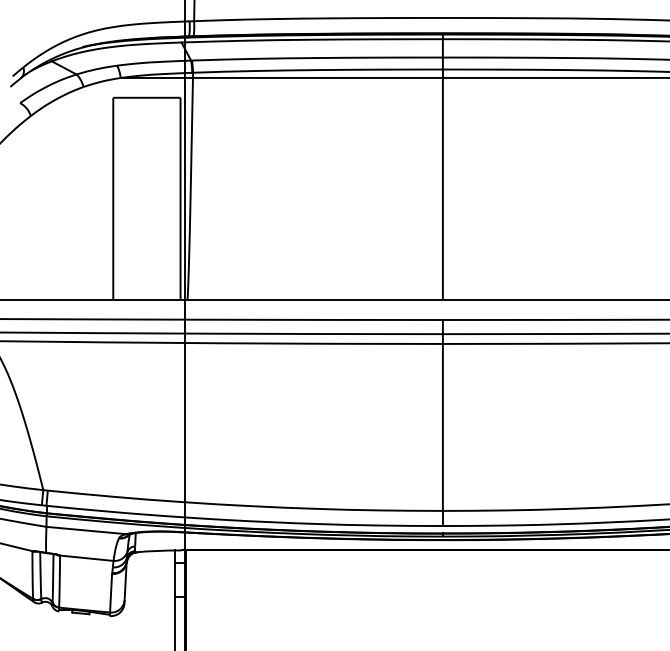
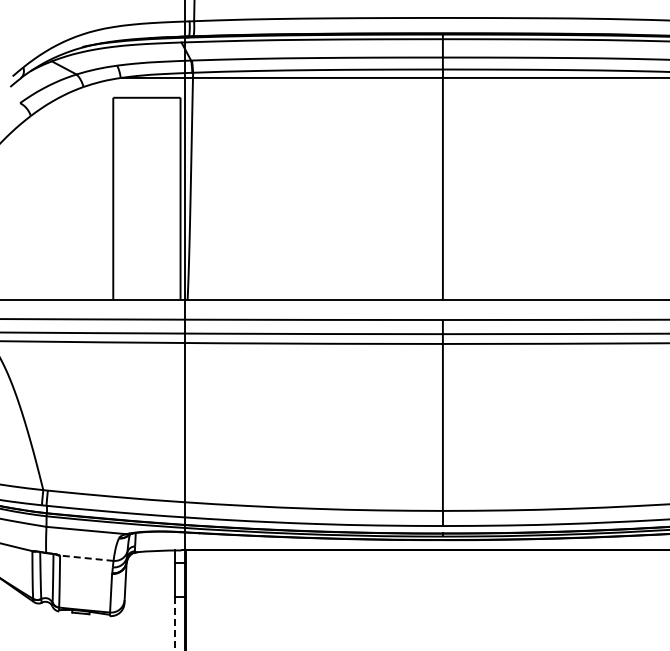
line at (86, 558): solid -> dashed
line at (175, 623): solid -> dashed
